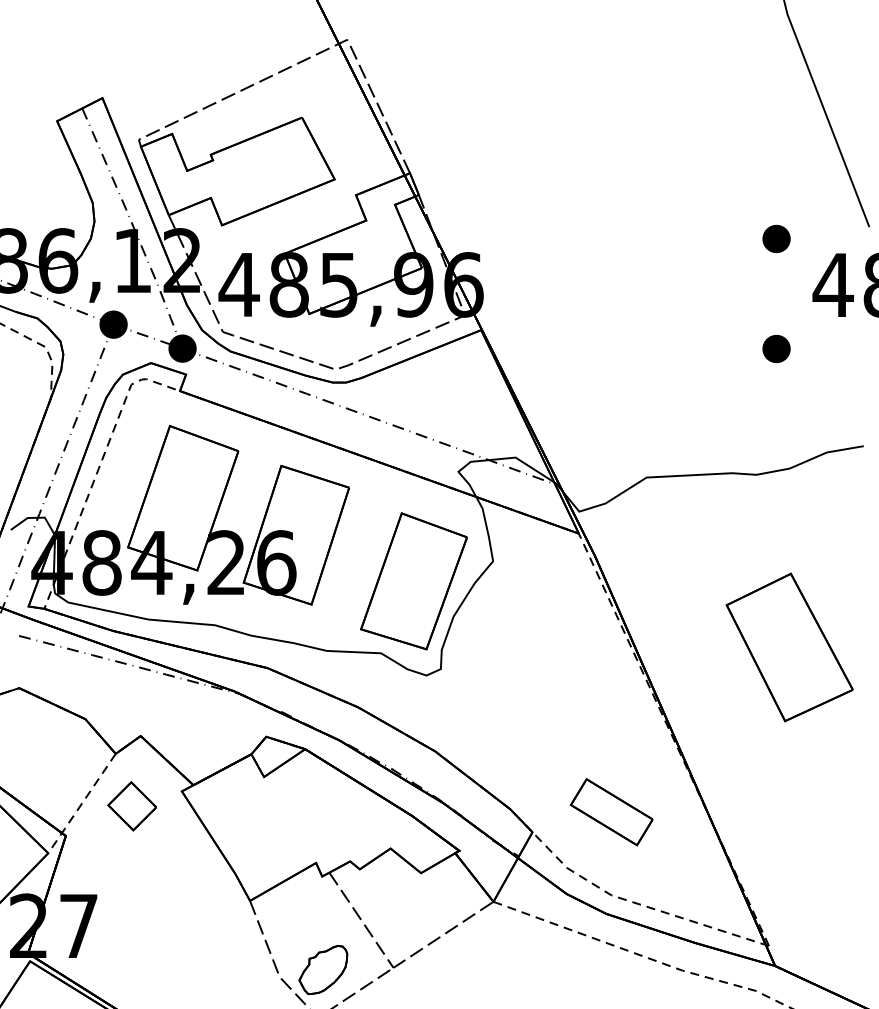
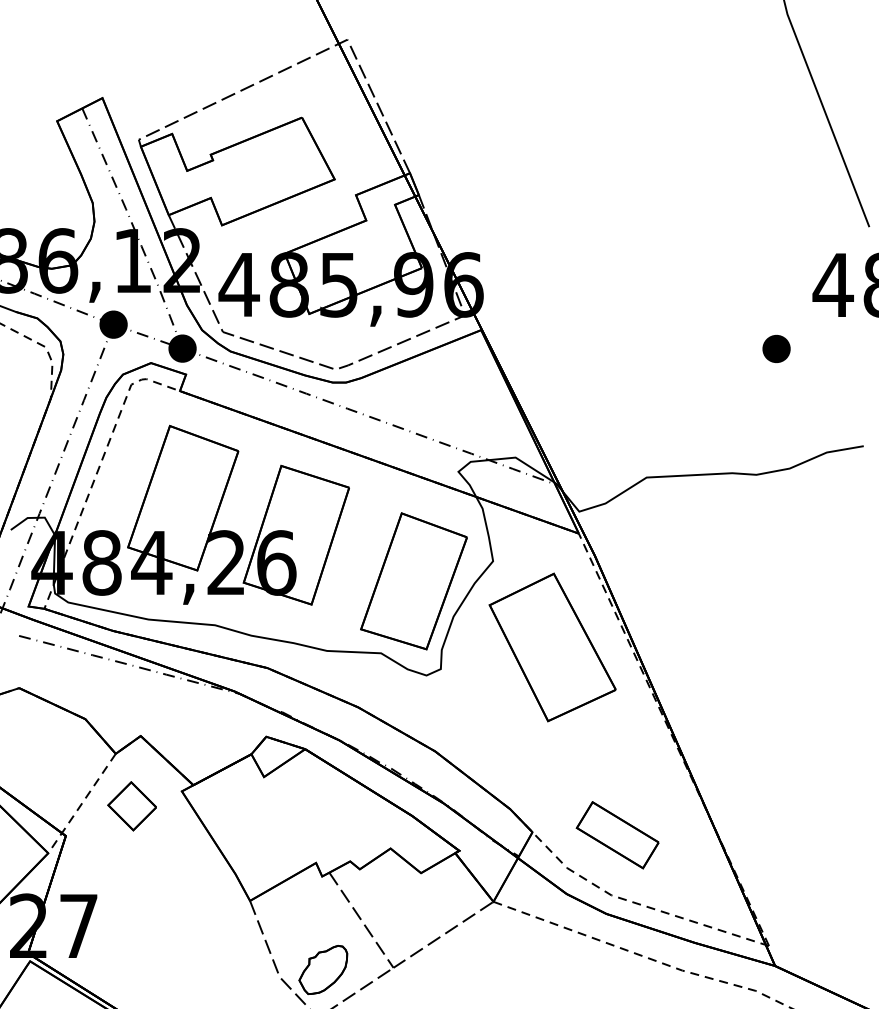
part at (776, 238): present -> none
part at (789, 647) position: (789, 647) -> (552, 647)
part at (611, 812) position: (611, 812) -> (617, 835)
